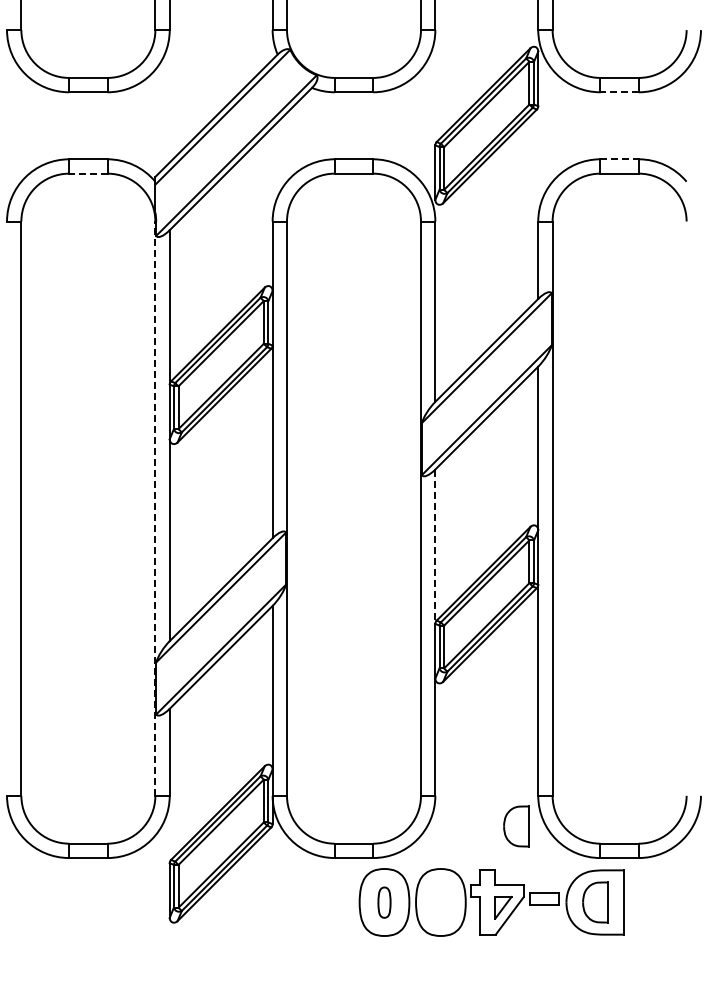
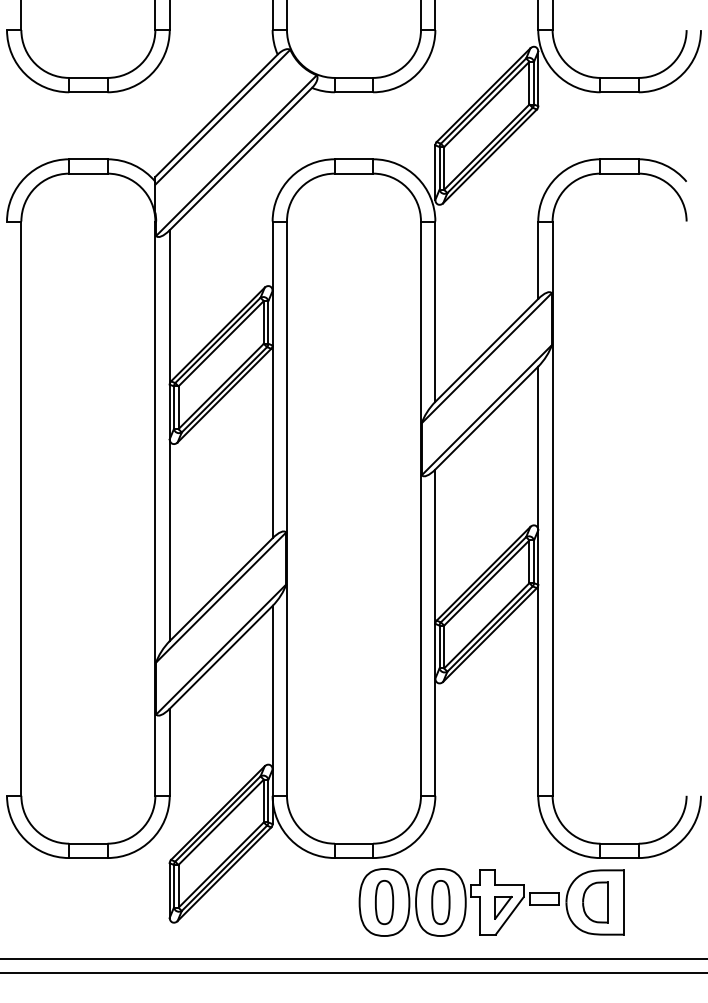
line at (619, 92): dashed -> solid
line at (620, 159): dashed -> solid
line at (87, 173): dashed -> solid
line at (155, 508): dashed -> solid
line at (435, 547): dashed -> solid
part at (516, 826): present -> none
part at (384, 902) size: 15x33 px -> 21x46 px
part at (440, 902): none -> present
line at (353, 958): none -> present
line at (353, 972): none -> present
